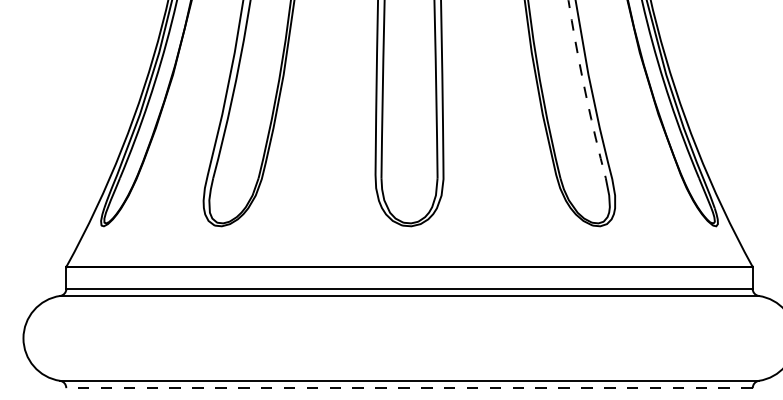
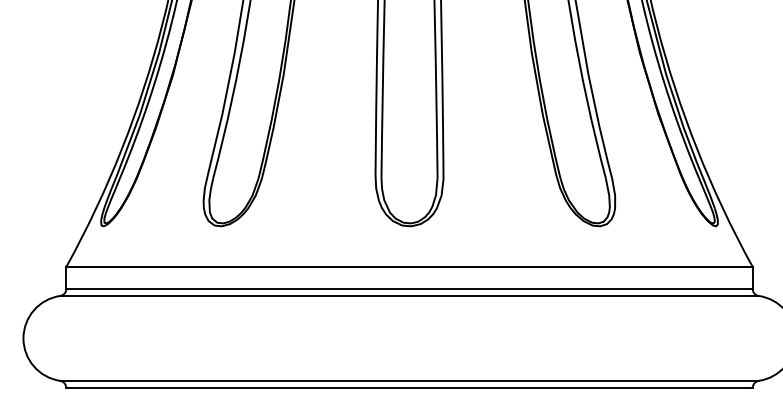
arc at (585, 90): dashed -> solid
line at (409, 388): dashed -> solid
